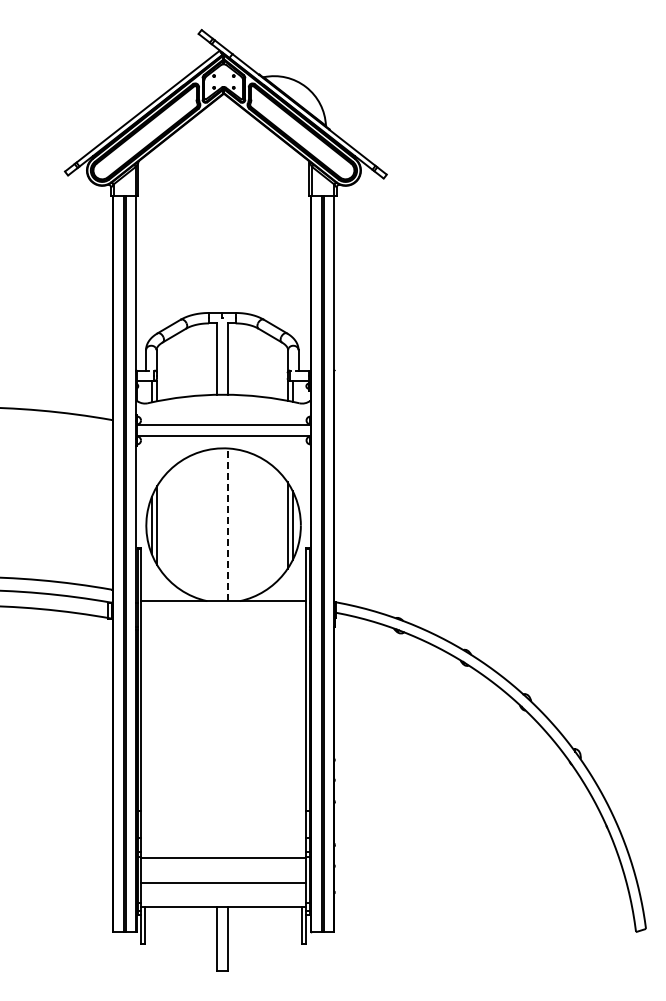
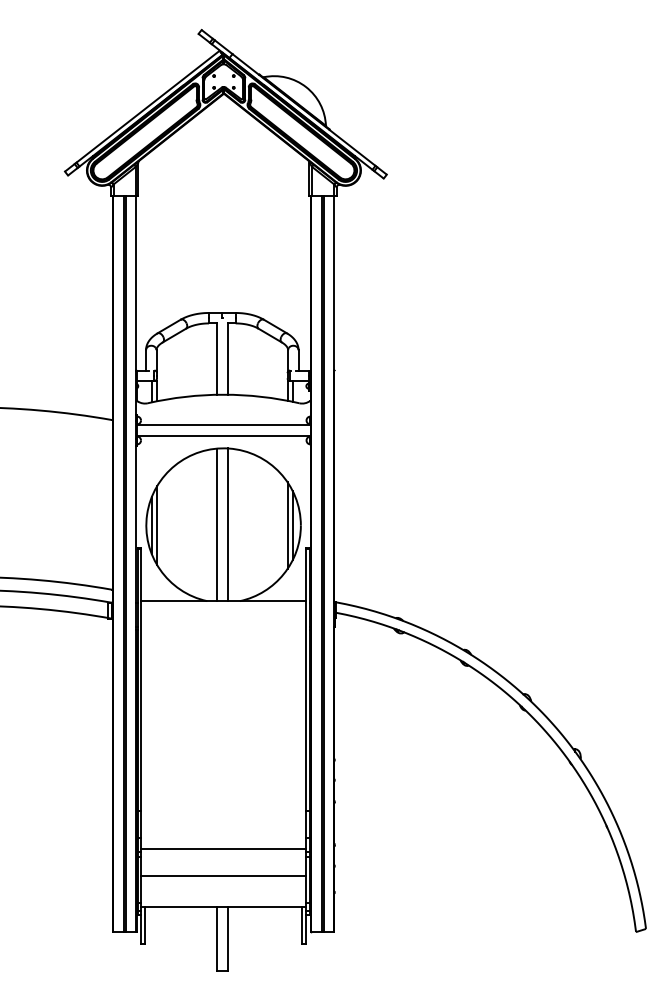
line at (217, 524): none -> present
line at (227, 524): dashed -> solid
line at (223, 857) position: (223, 857) -> (223, 848)
line at (223, 882) position: (223, 882) -> (223, 875)
